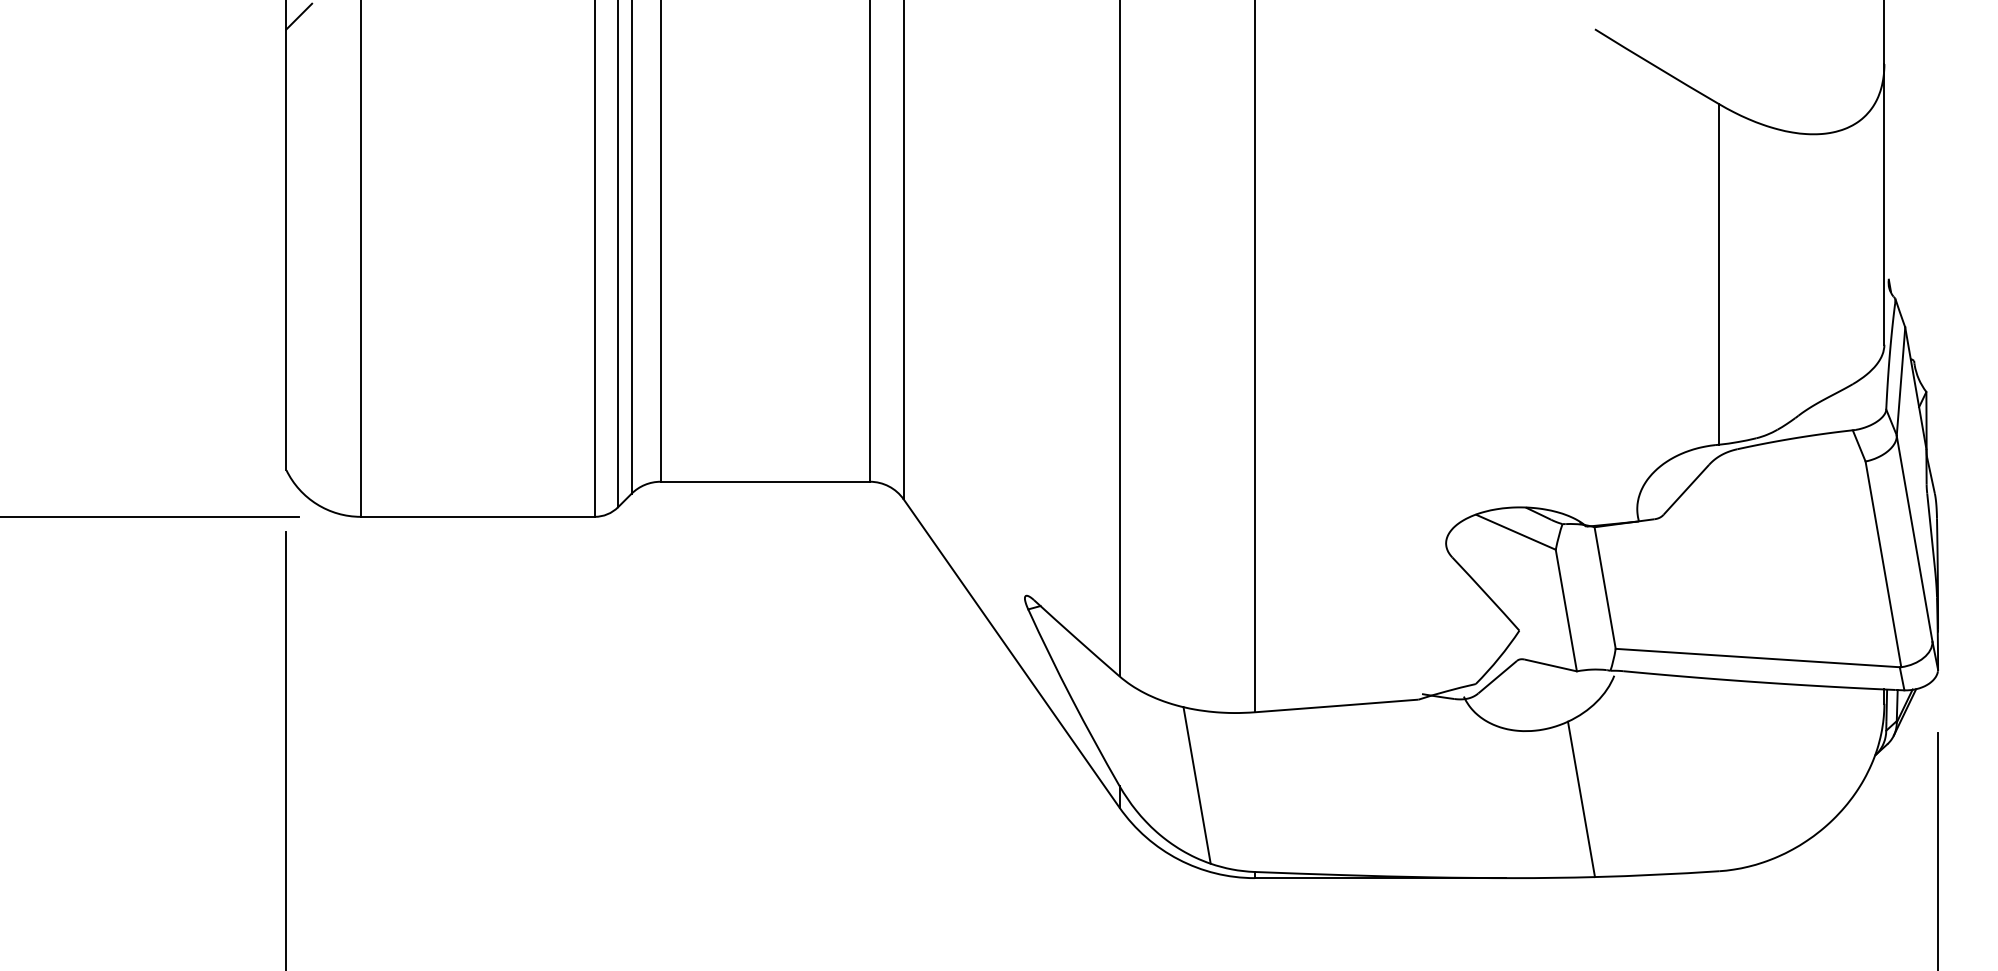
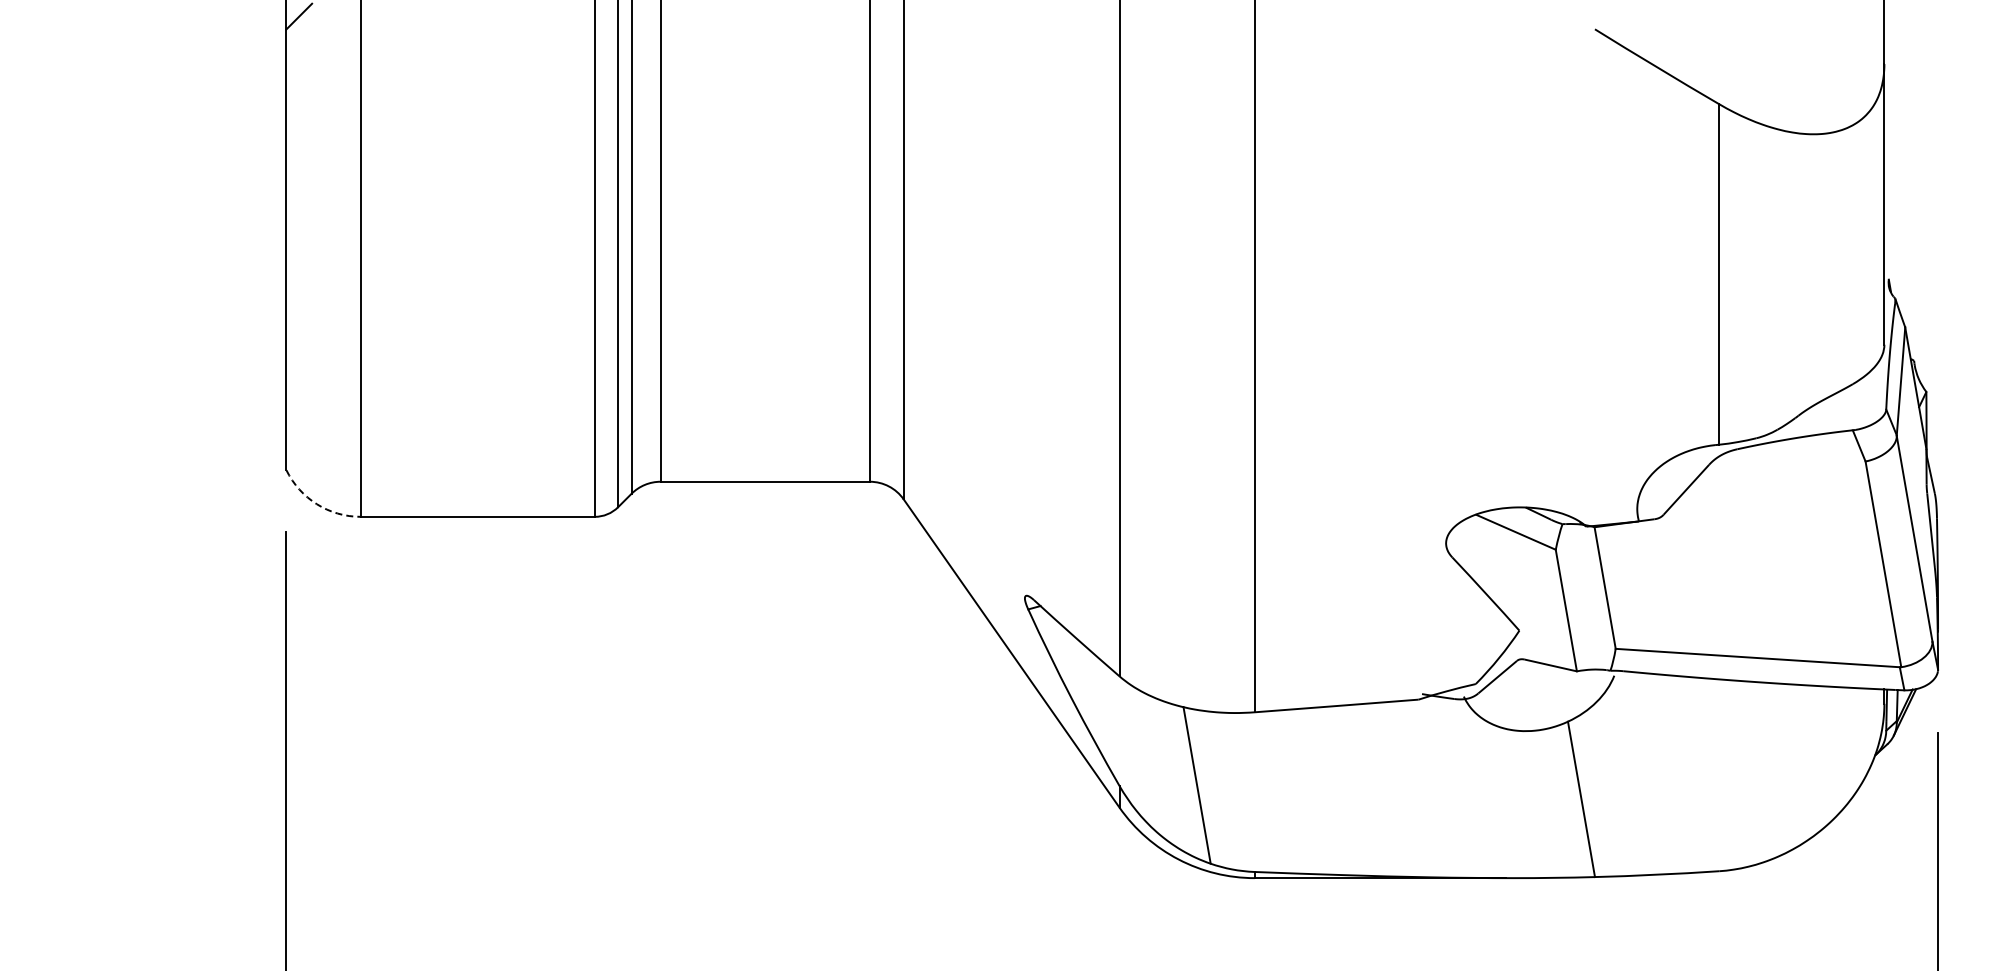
arc at (316, 504): solid -> dashed
line at (150, 516): present -> none
